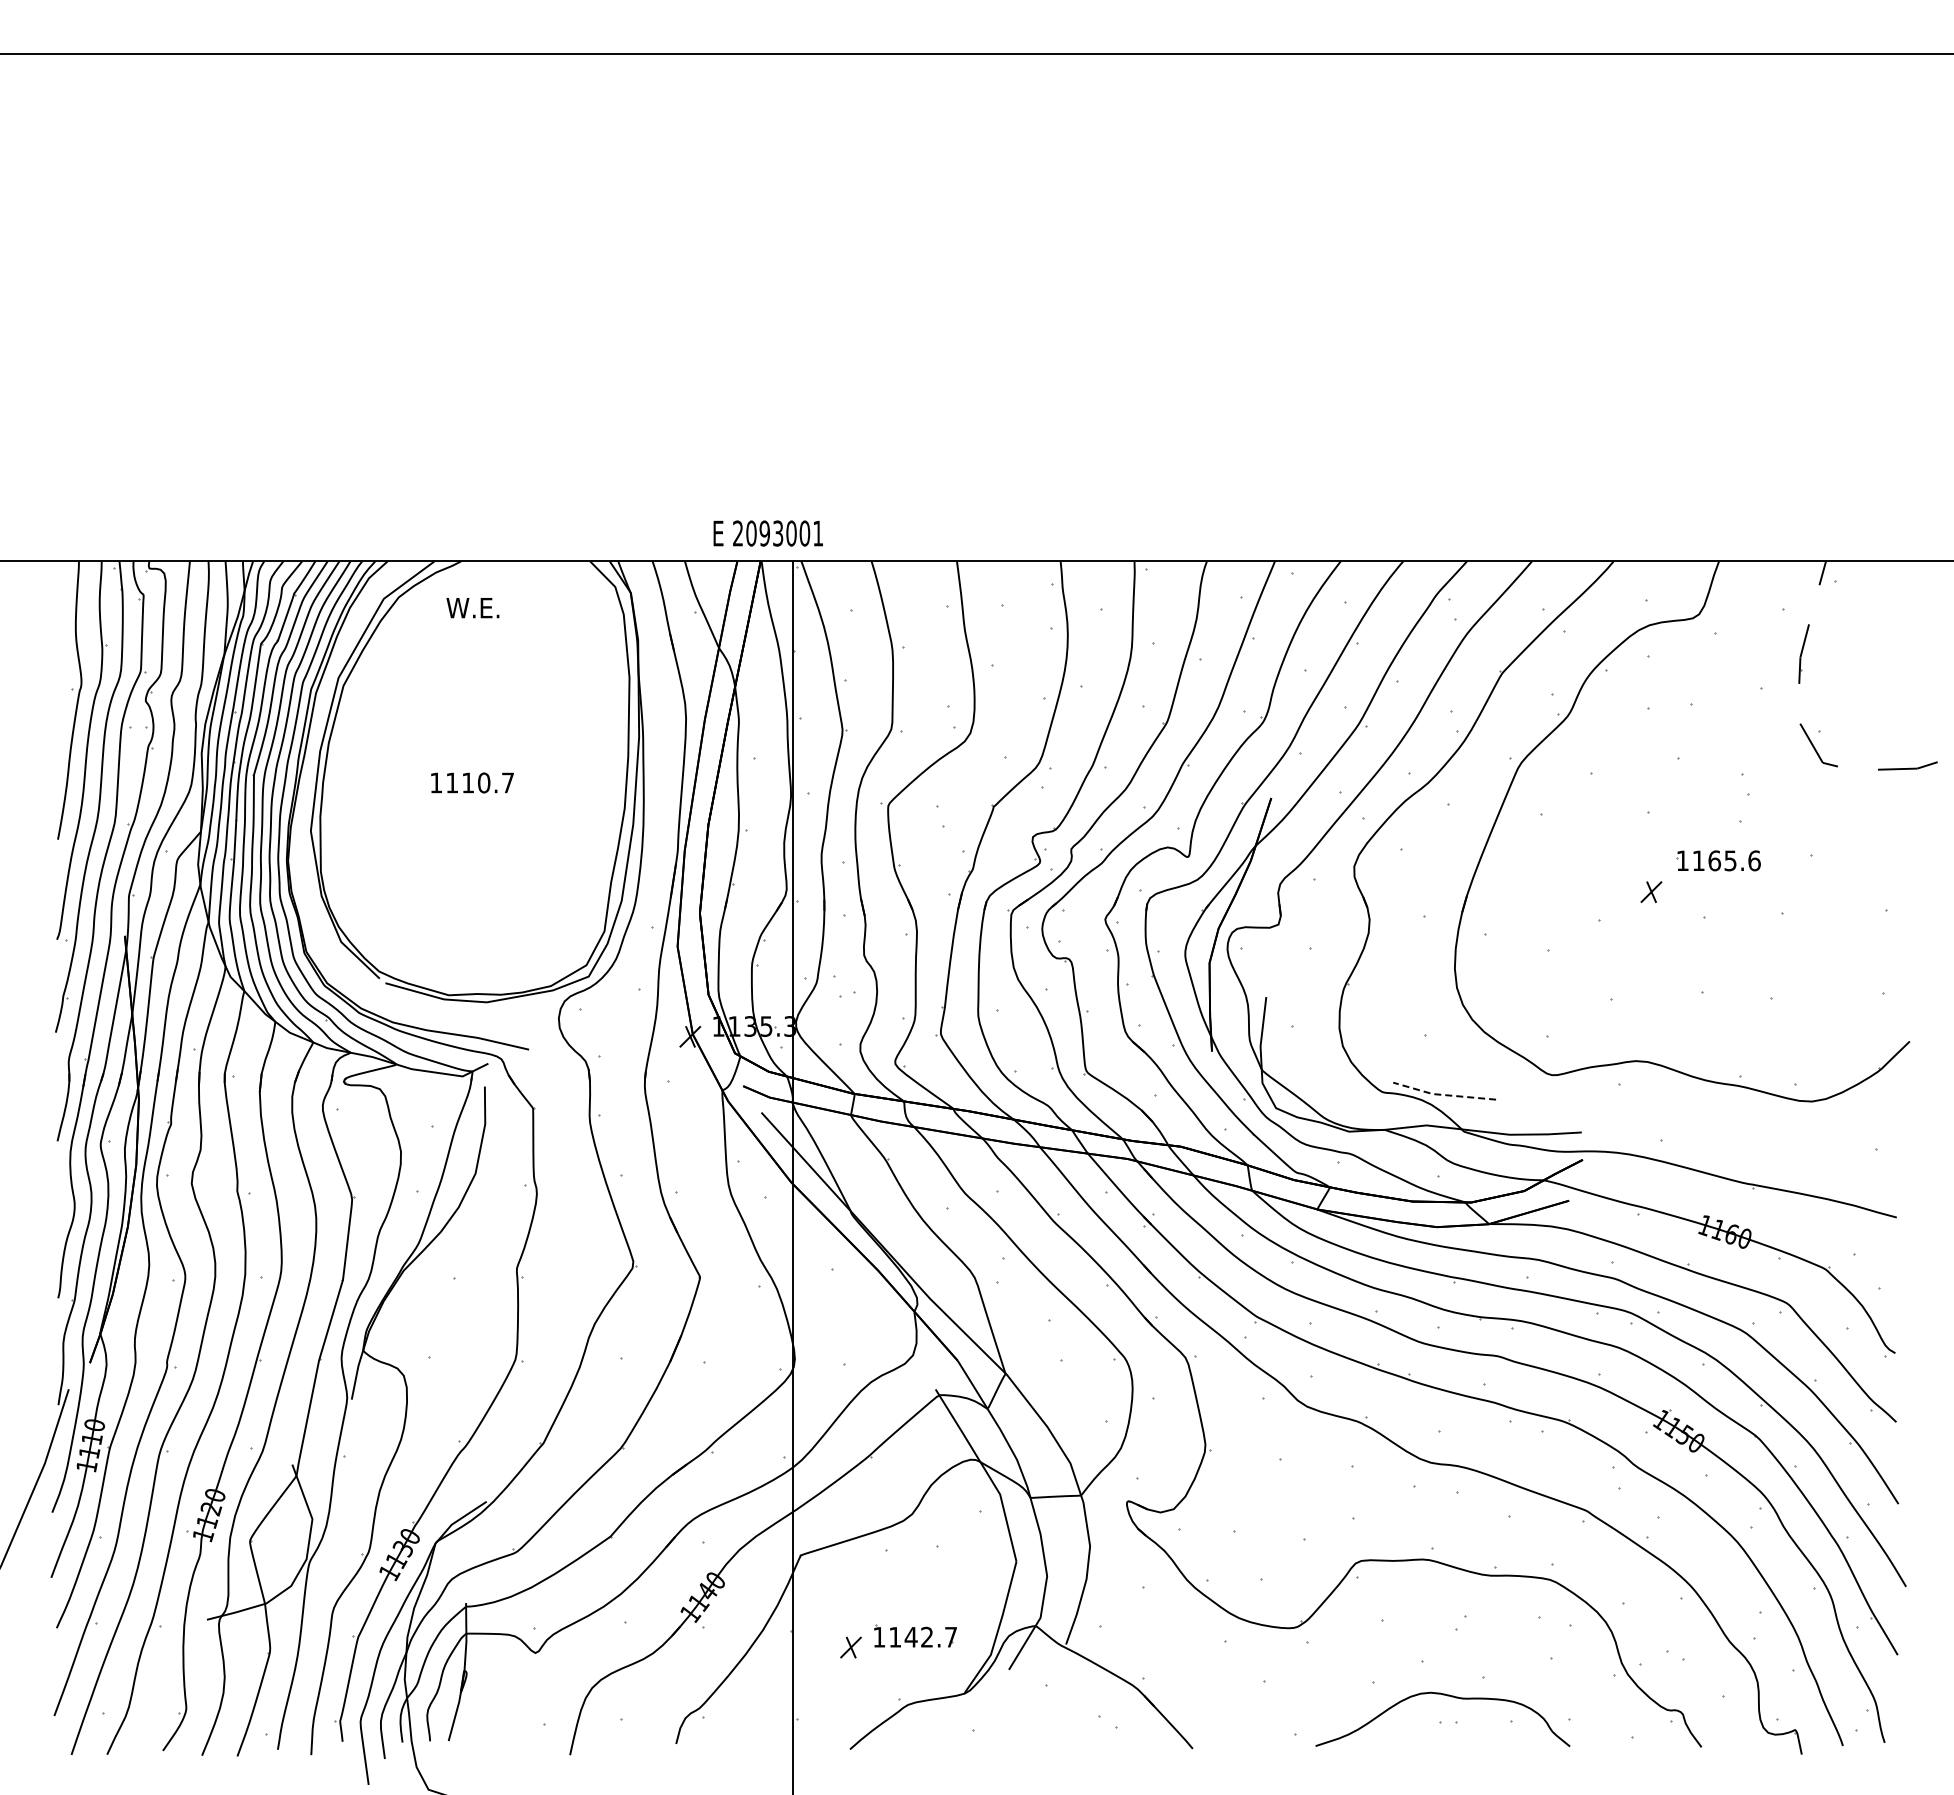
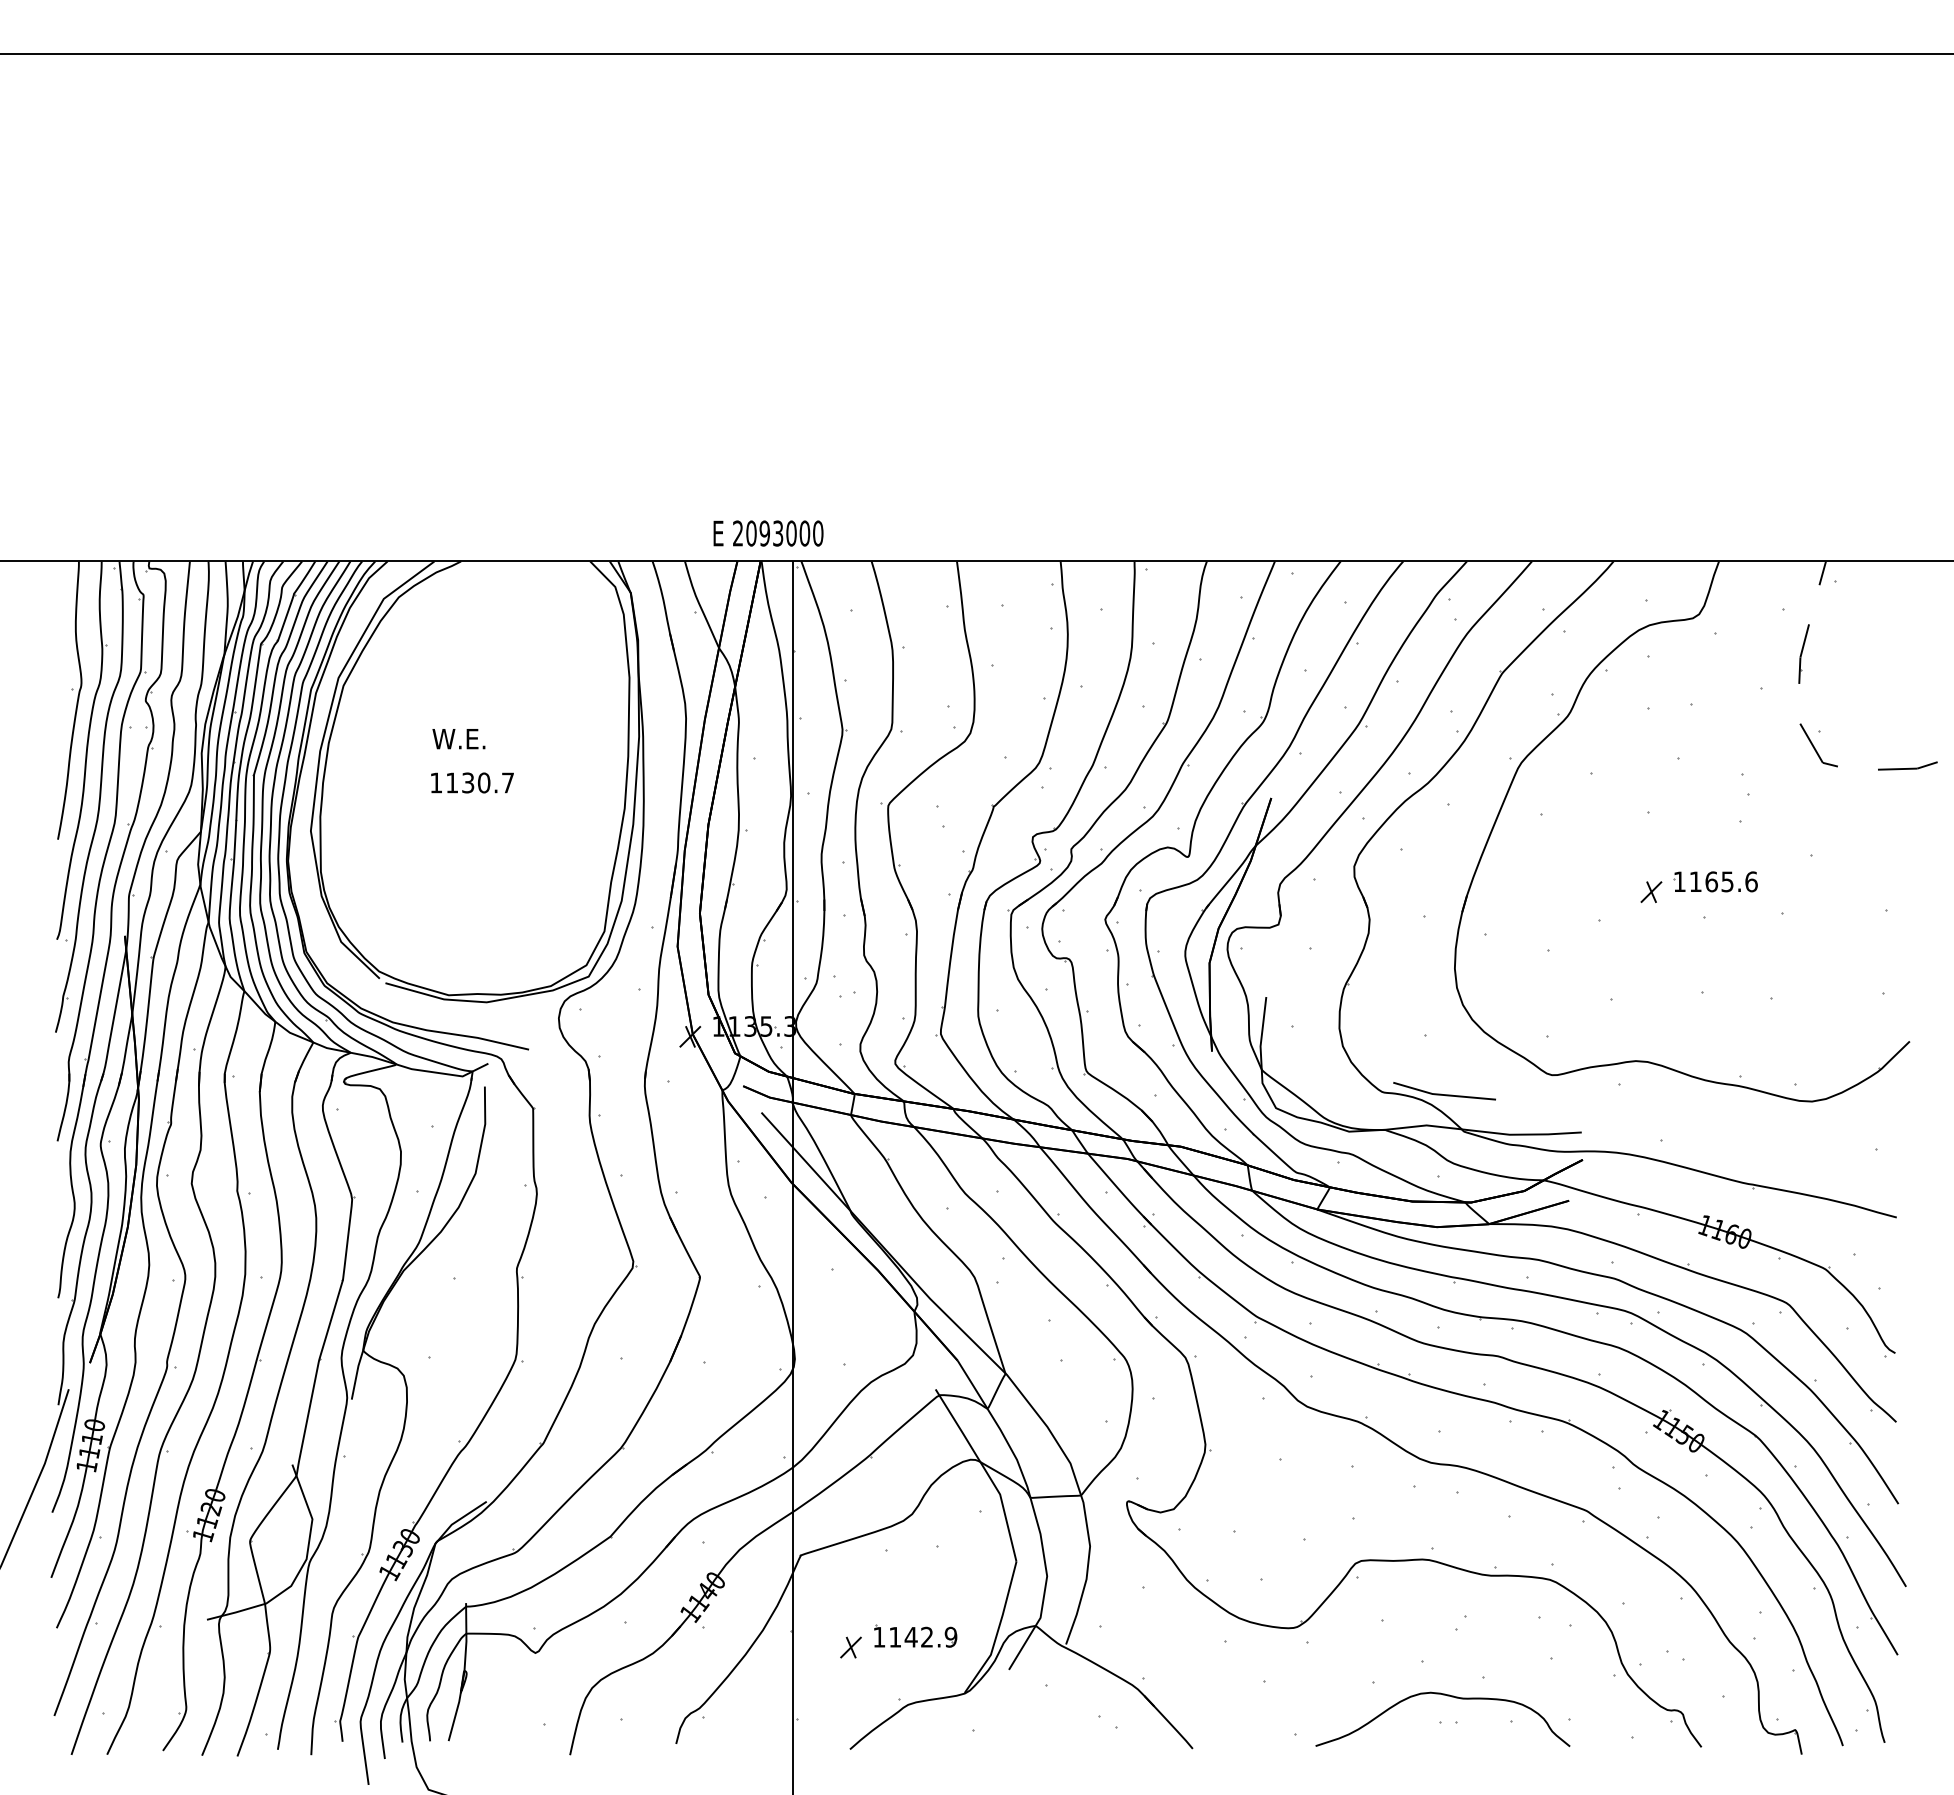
text at (818, 533): 2093001 -> 2093000
text at (472, 608) position: (472, 608) -> (458, 739)
text at (468, 782): 1110.7 -> 1130.7
part at (1718, 860) position: (1718, 860) -> (1715, 881)
line at (1443, 1094): dashed -> solid
text at (950, 1636): 1142.7 -> 1142.9
